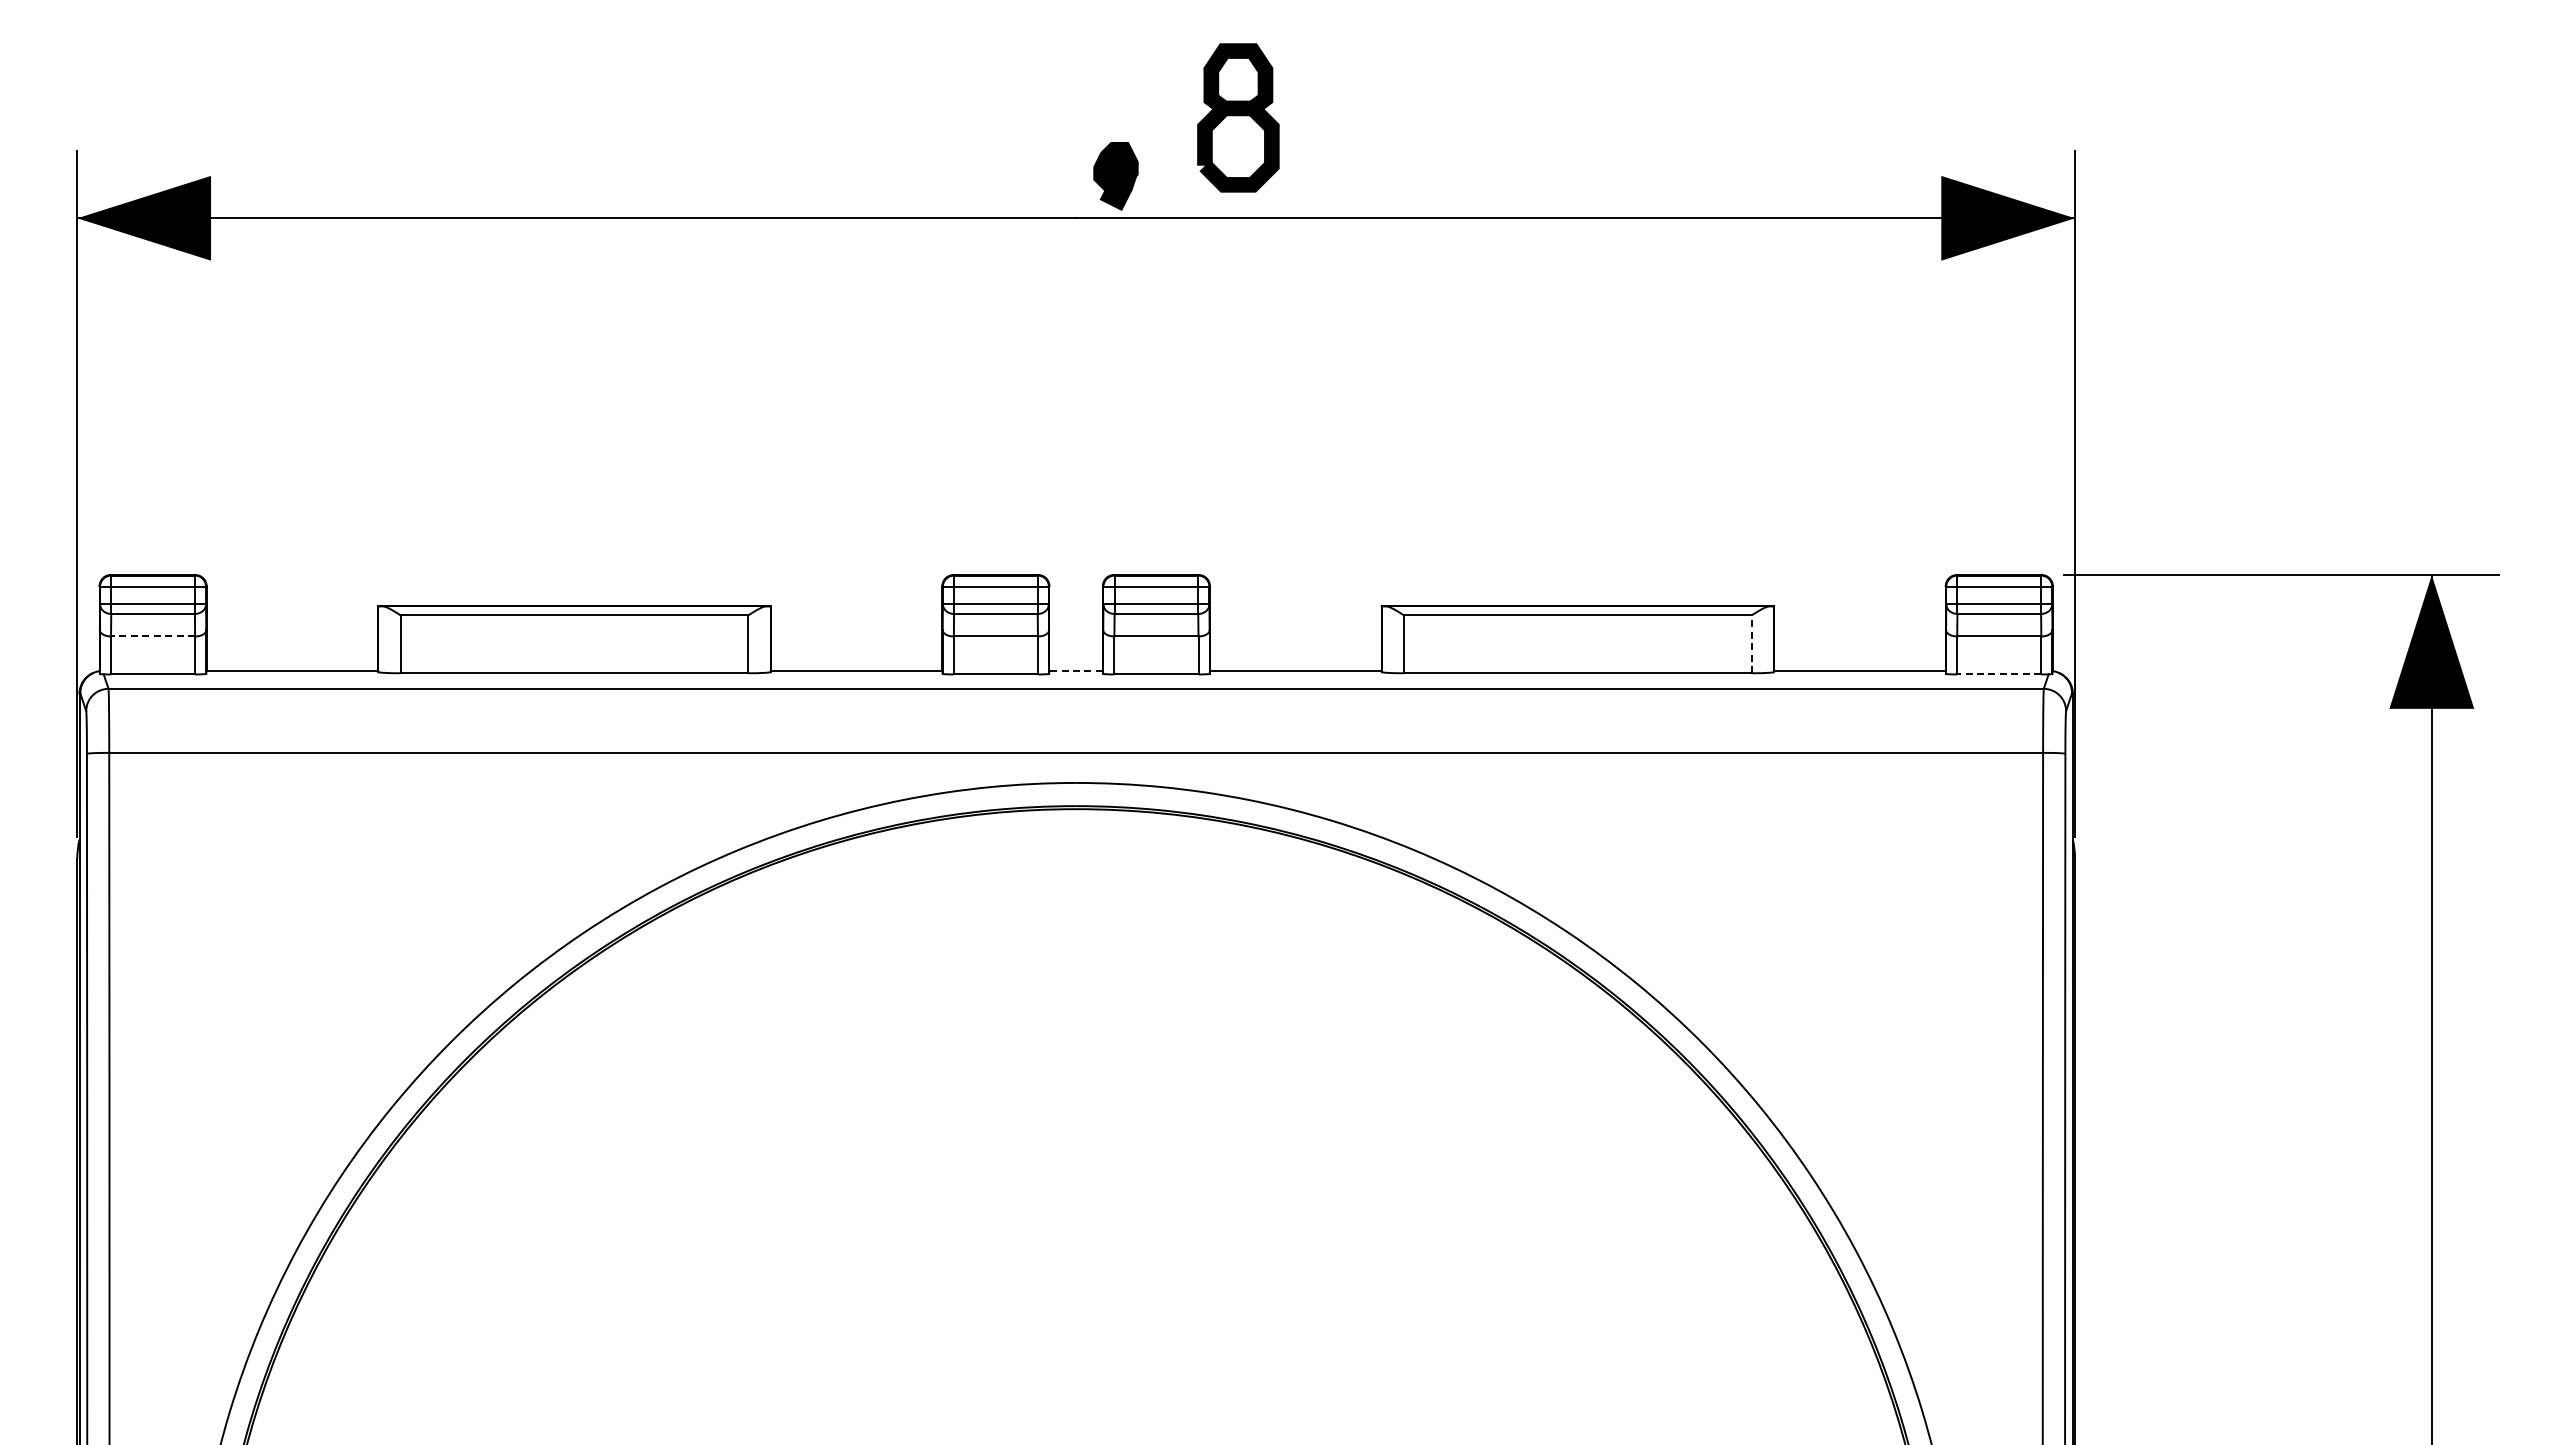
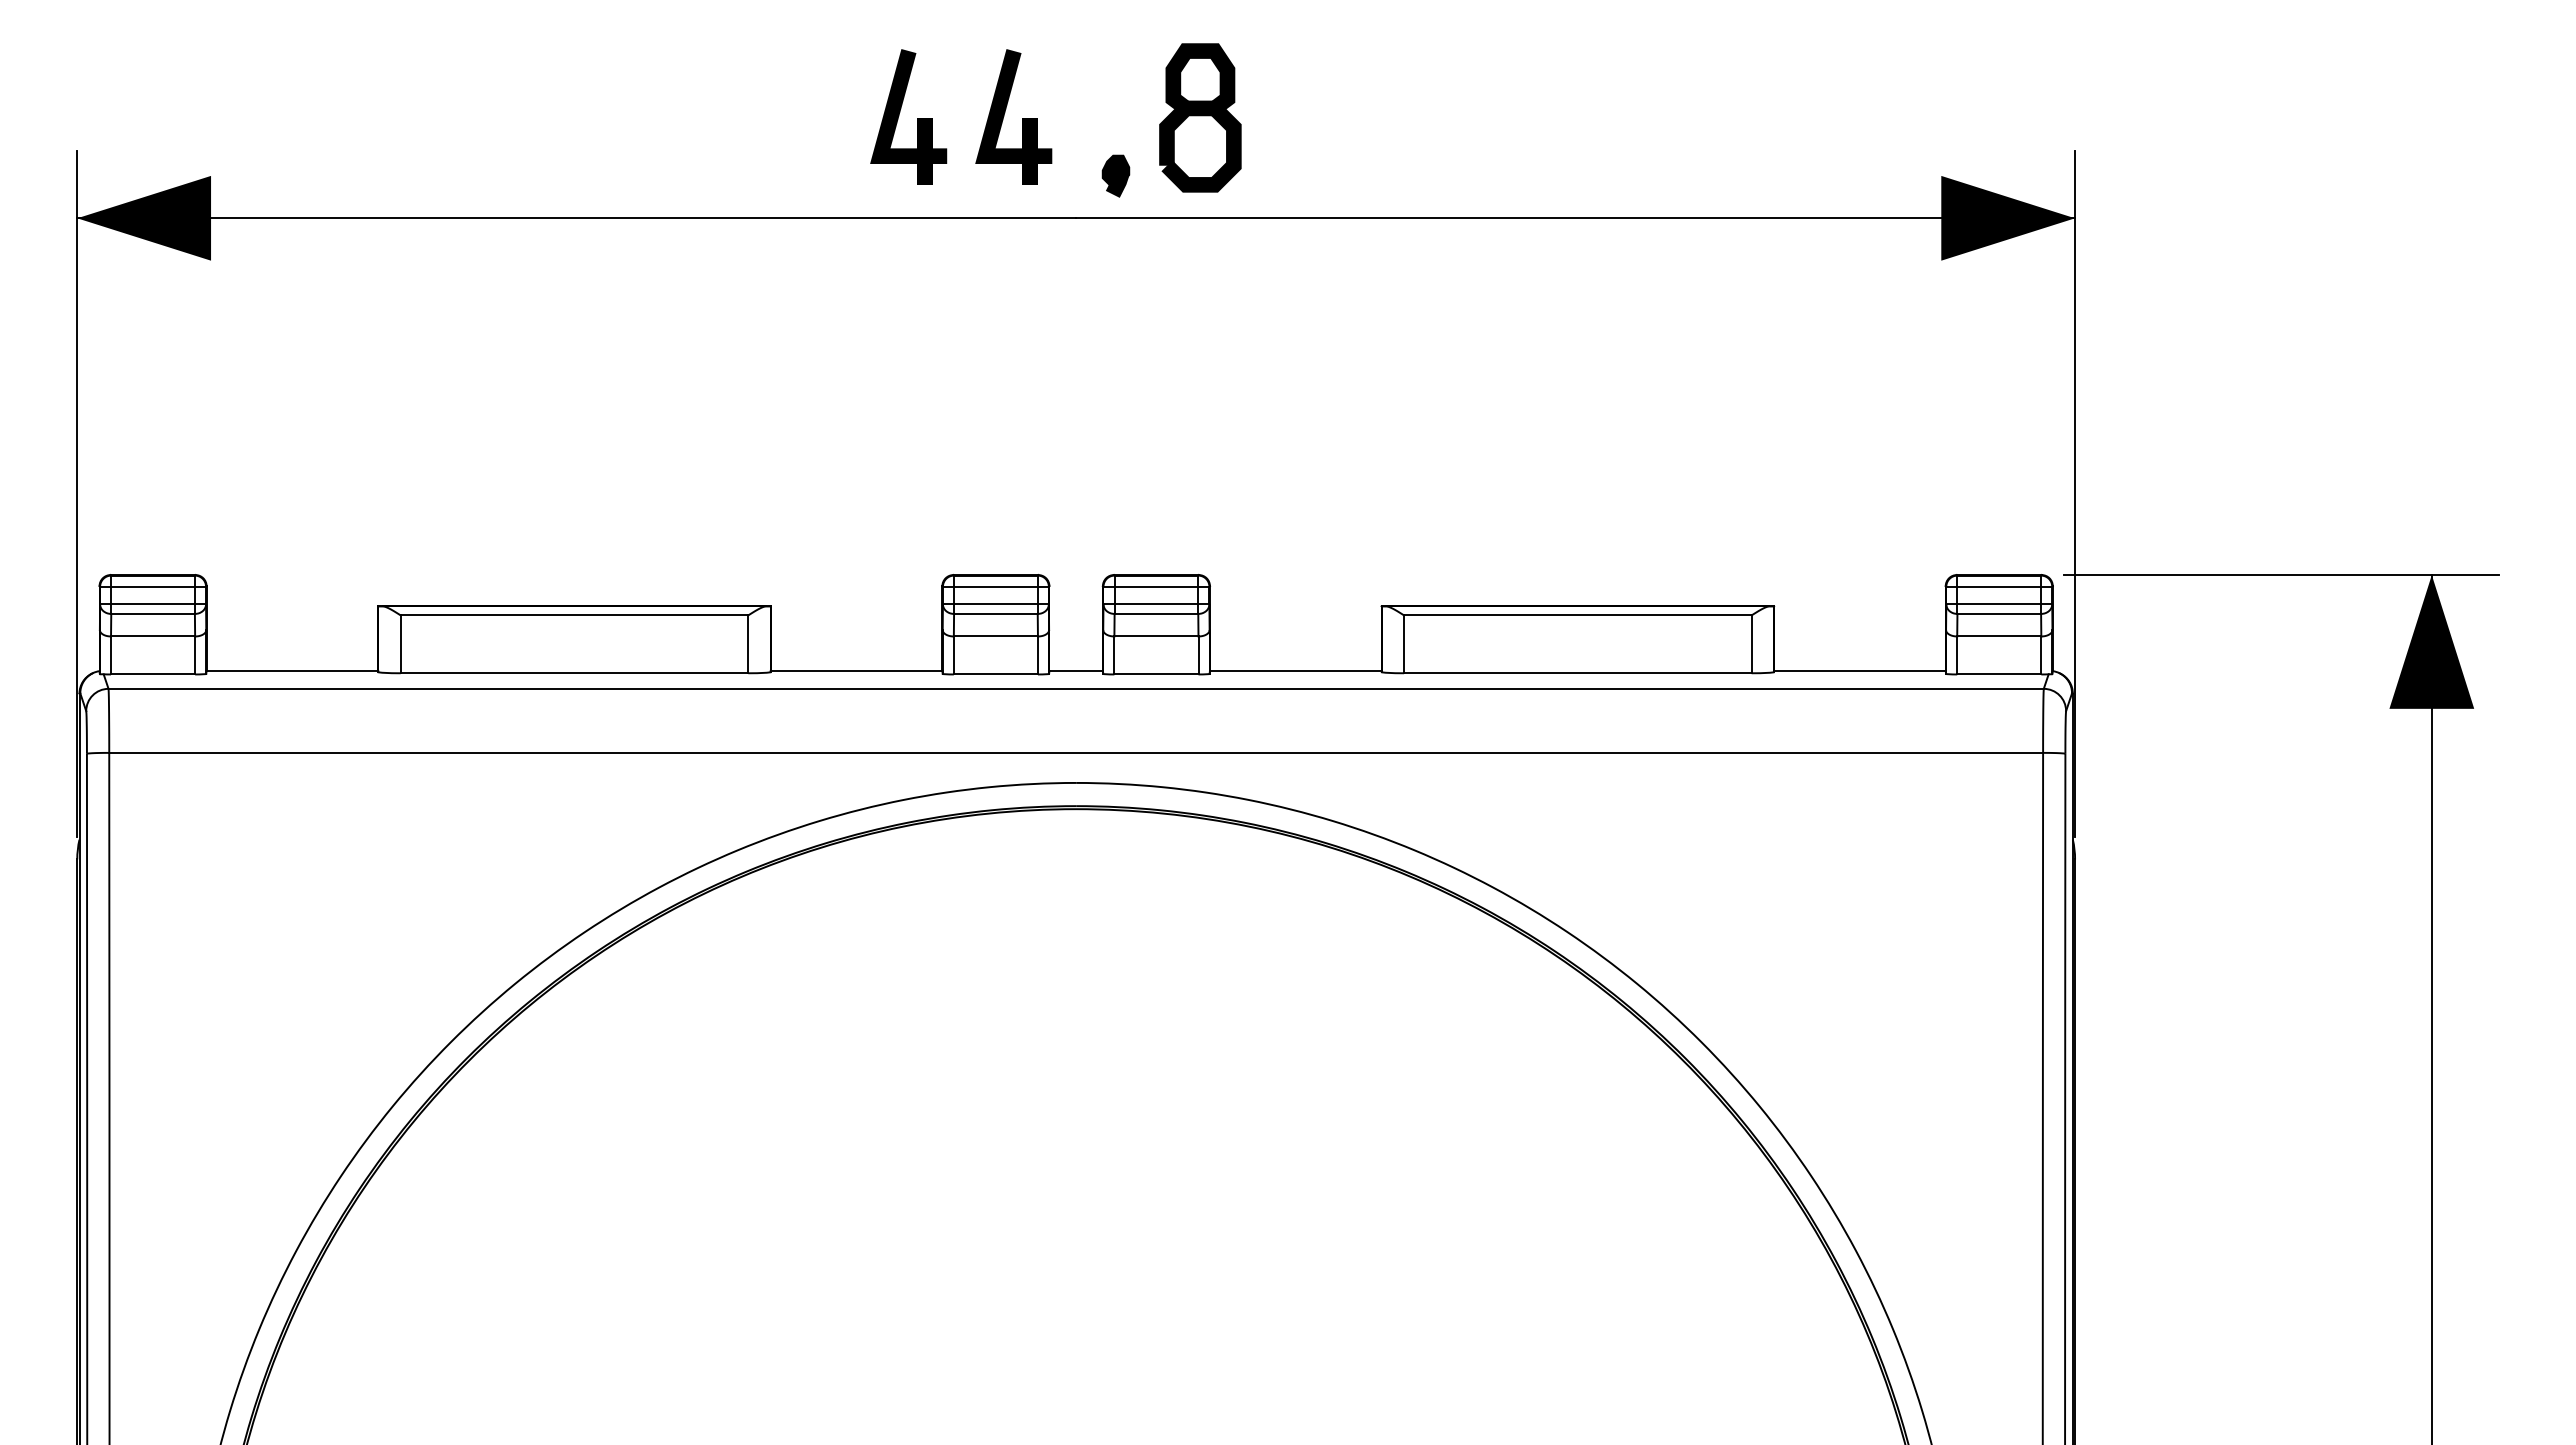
part at (900, 112): none -> present
part at (1005, 113): none -> present
part at (1238, 117) position: (1238, 117) -> (1200, 117)
part at (1115, 176) size: 46x69 px -> 30x44 px
line at (152, 636): dashed -> solid
line at (1751, 644): dashed -> solid
line at (1076, 670): dashed -> solid
line at (1998, 674): dashed -> solid
